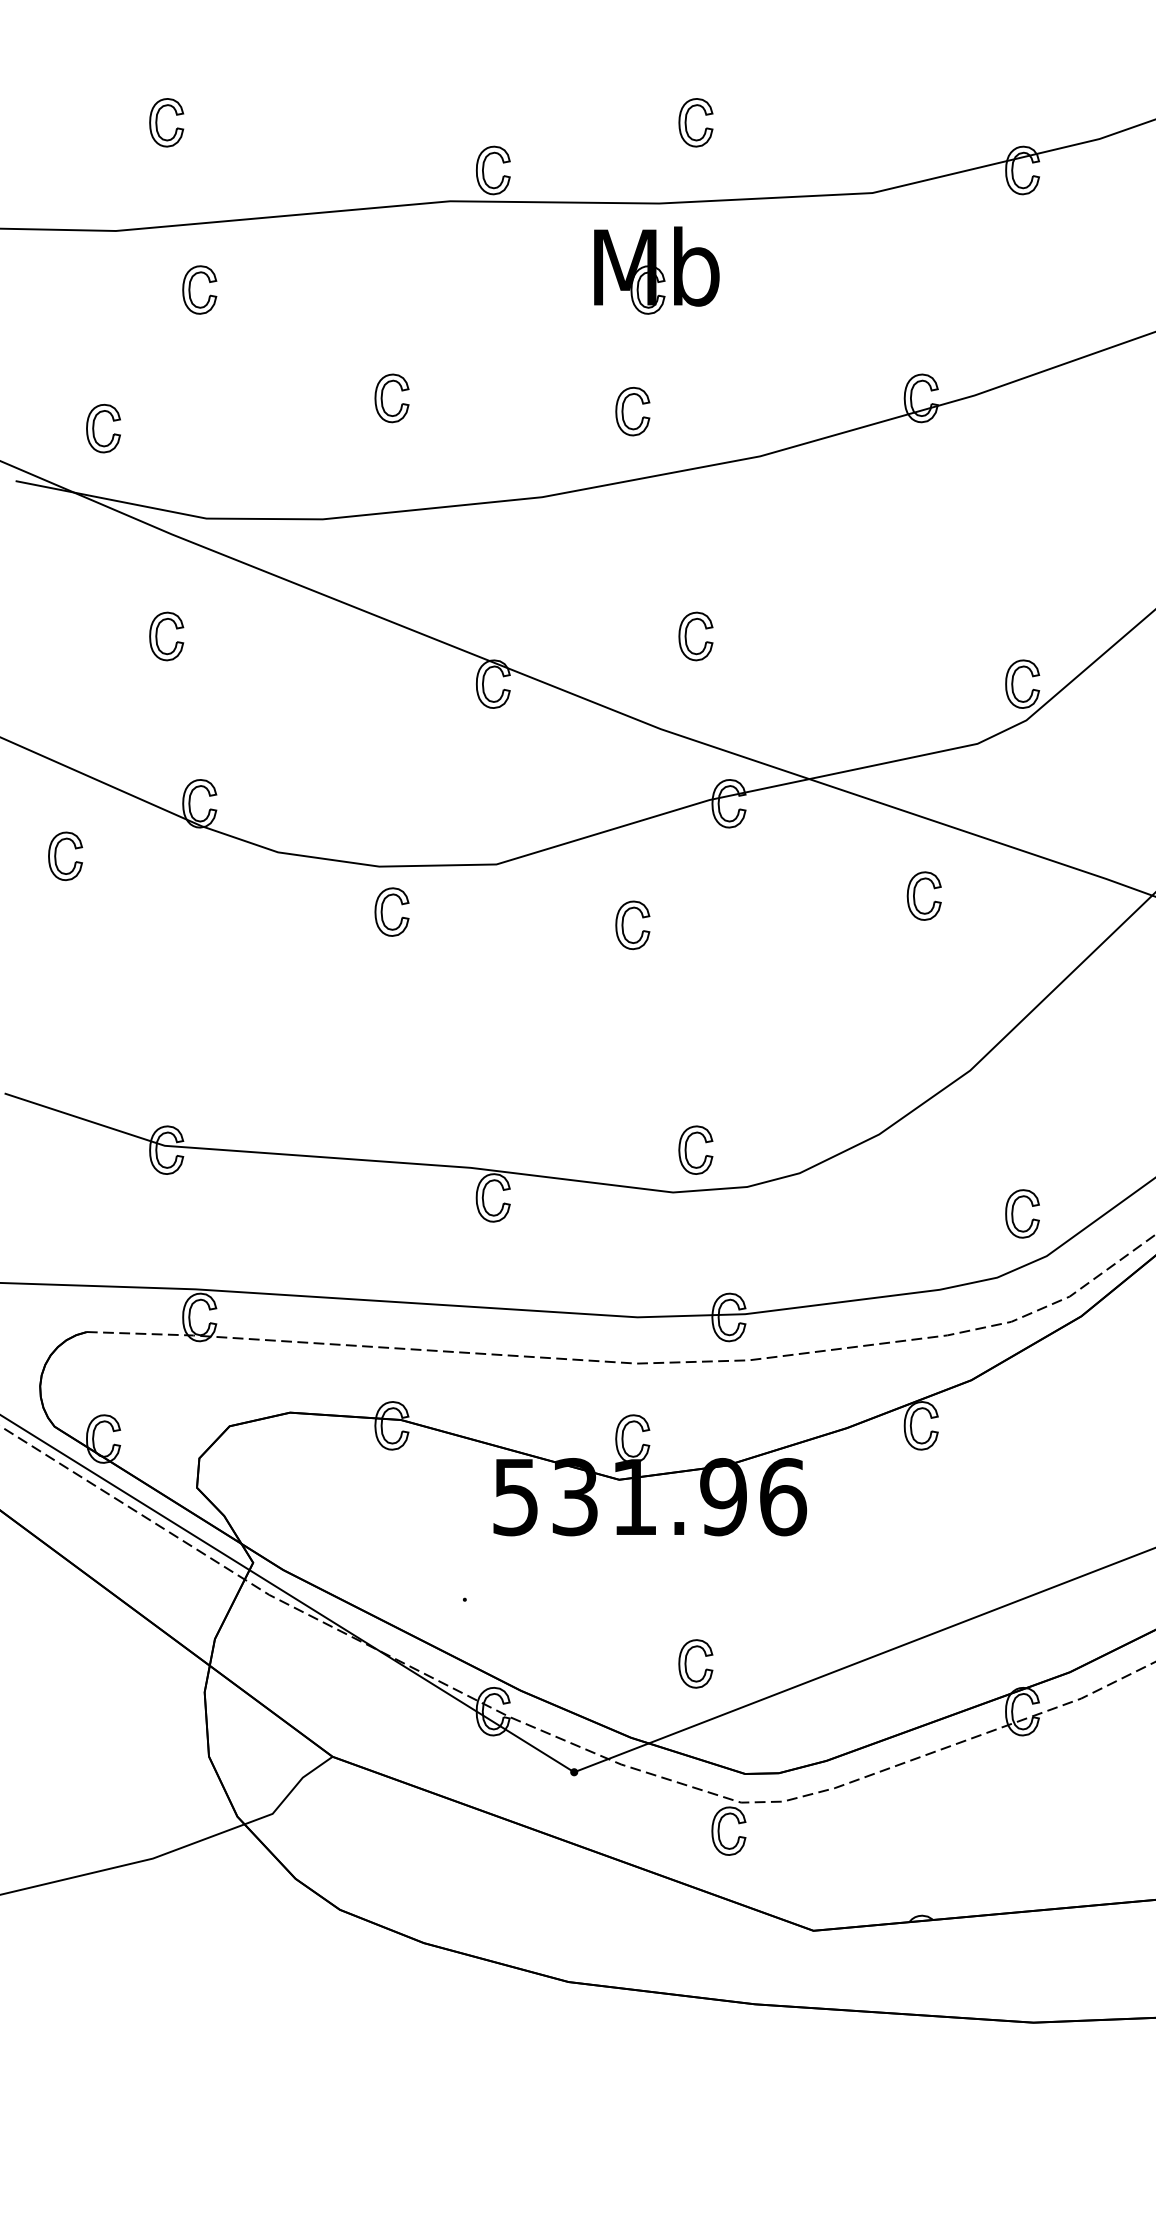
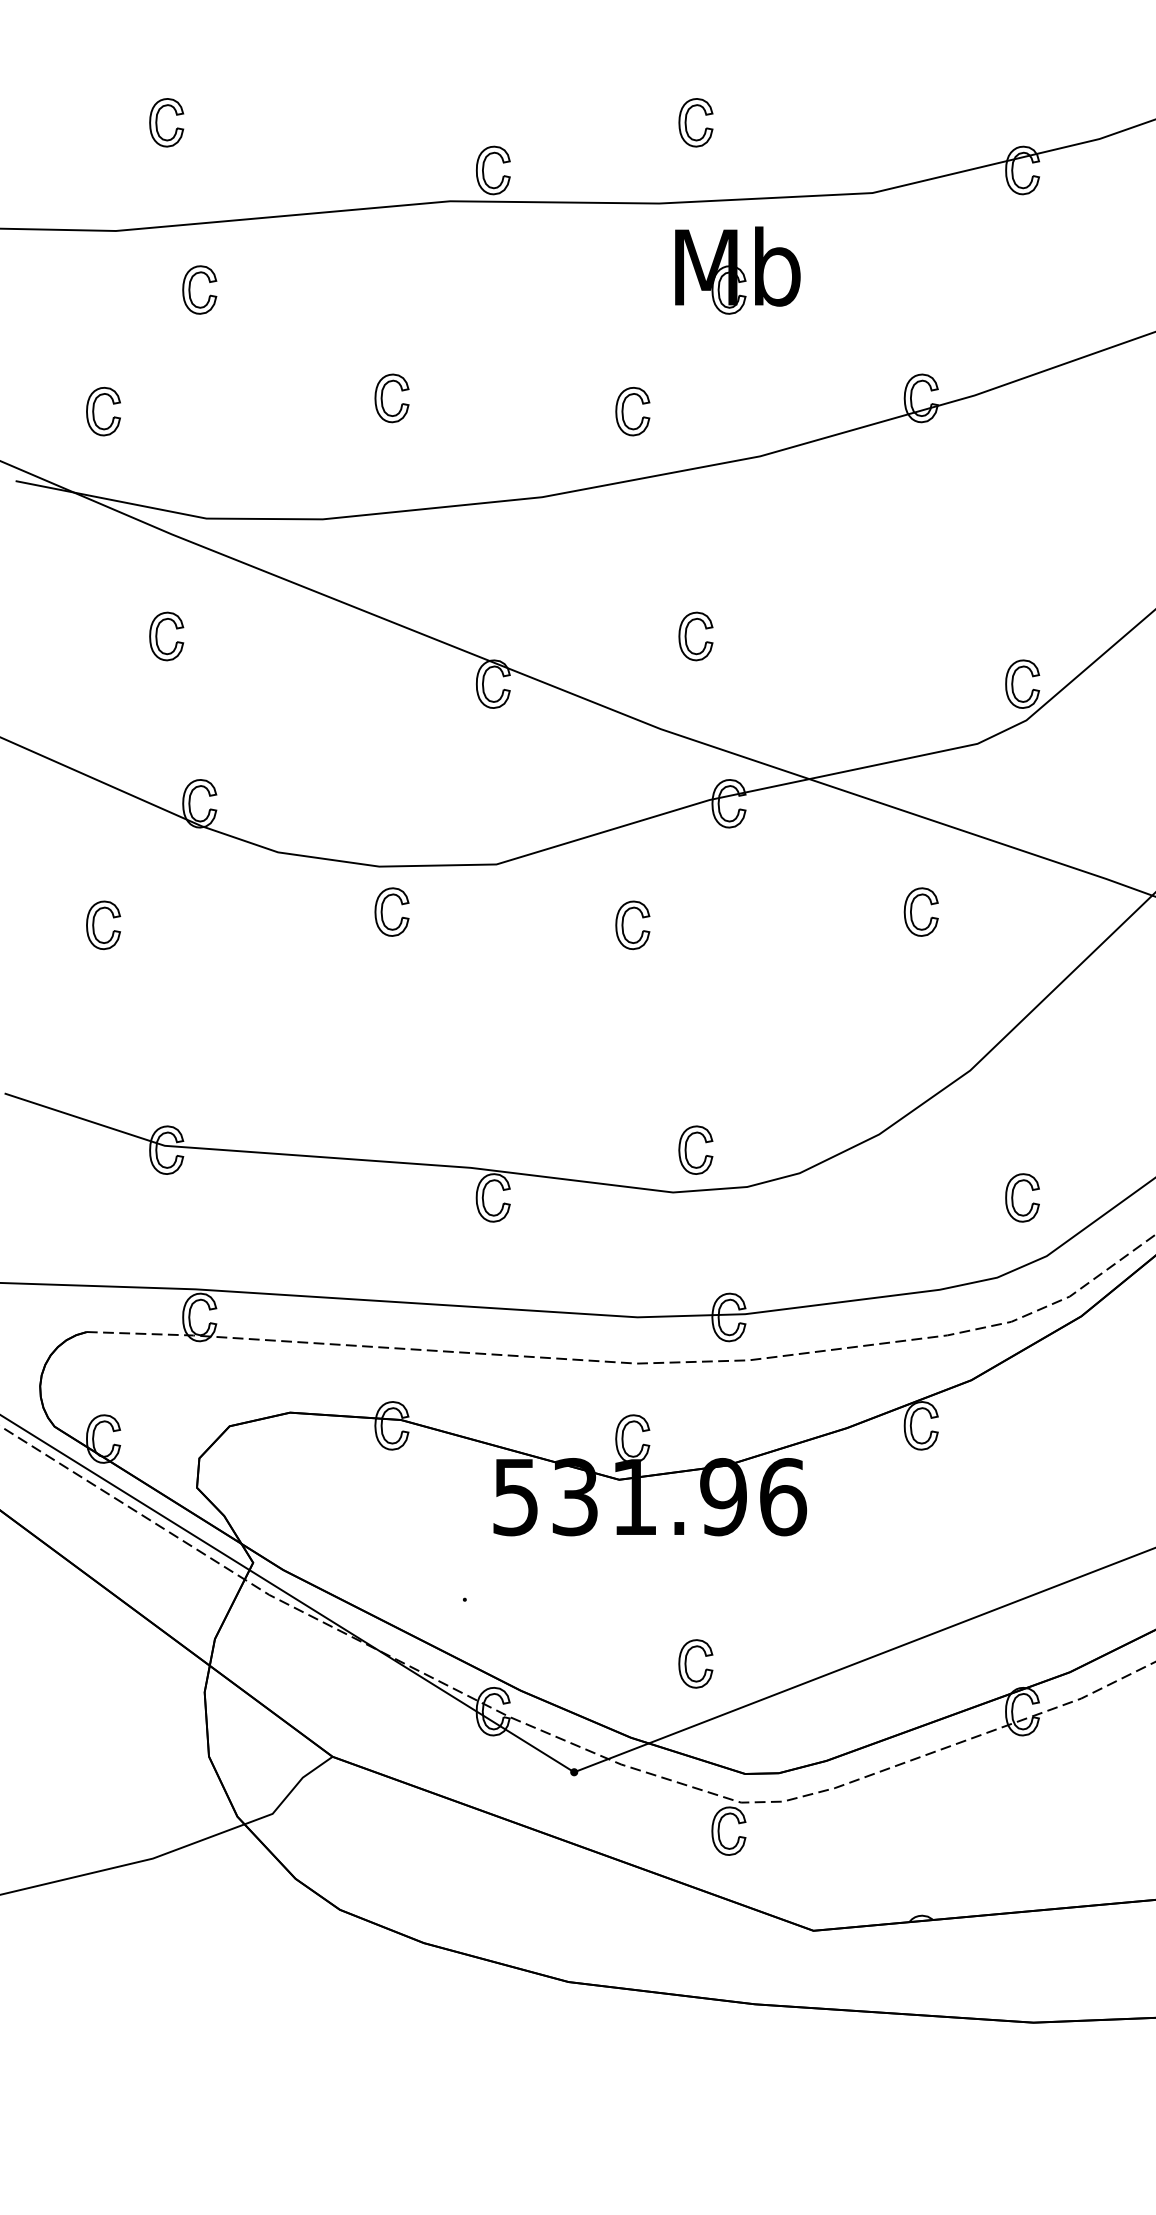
part at (656, 270) position: (656, 270) -> (737, 270)
part at (94, 428) position: (94, 428) -> (94, 411)
part at (56, 855) position: (56, 855) -> (94, 924)
part at (915, 892) position: (915, 892) -> (912, 908)
part at (1013, 1213) position: (1013, 1213) -> (1013, 1197)
